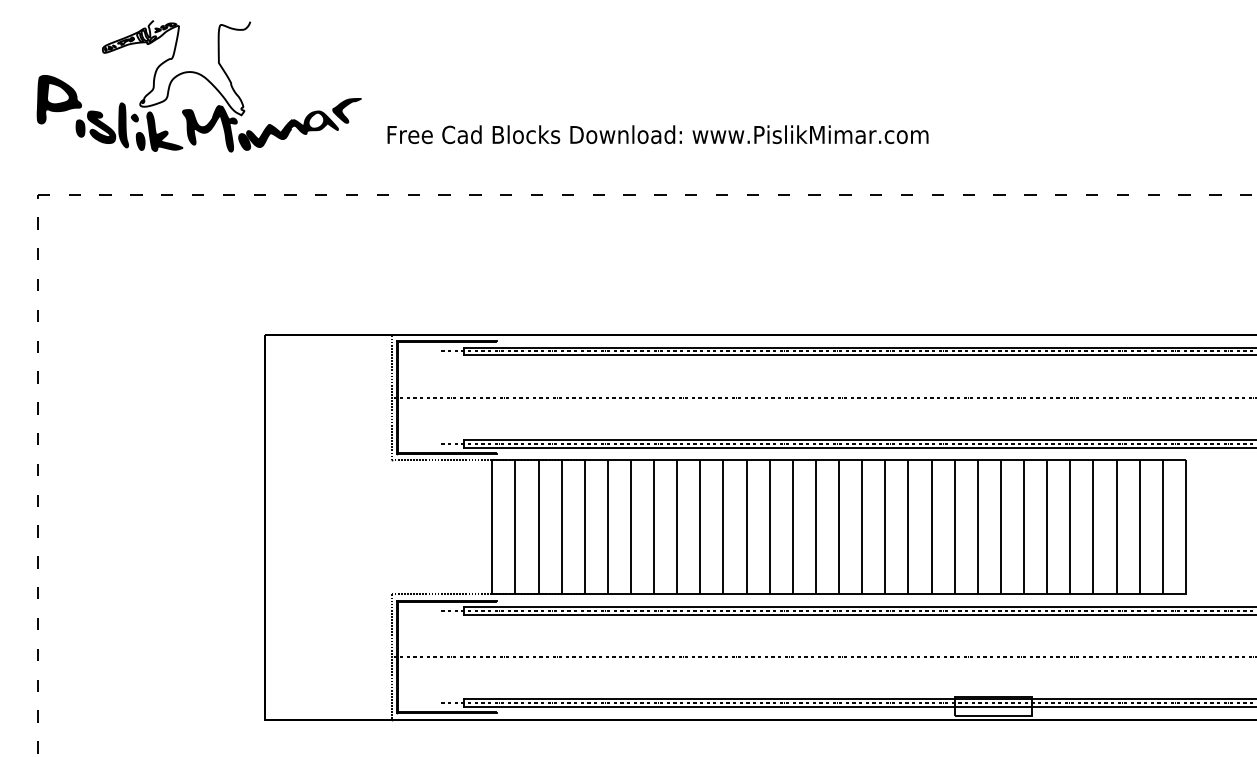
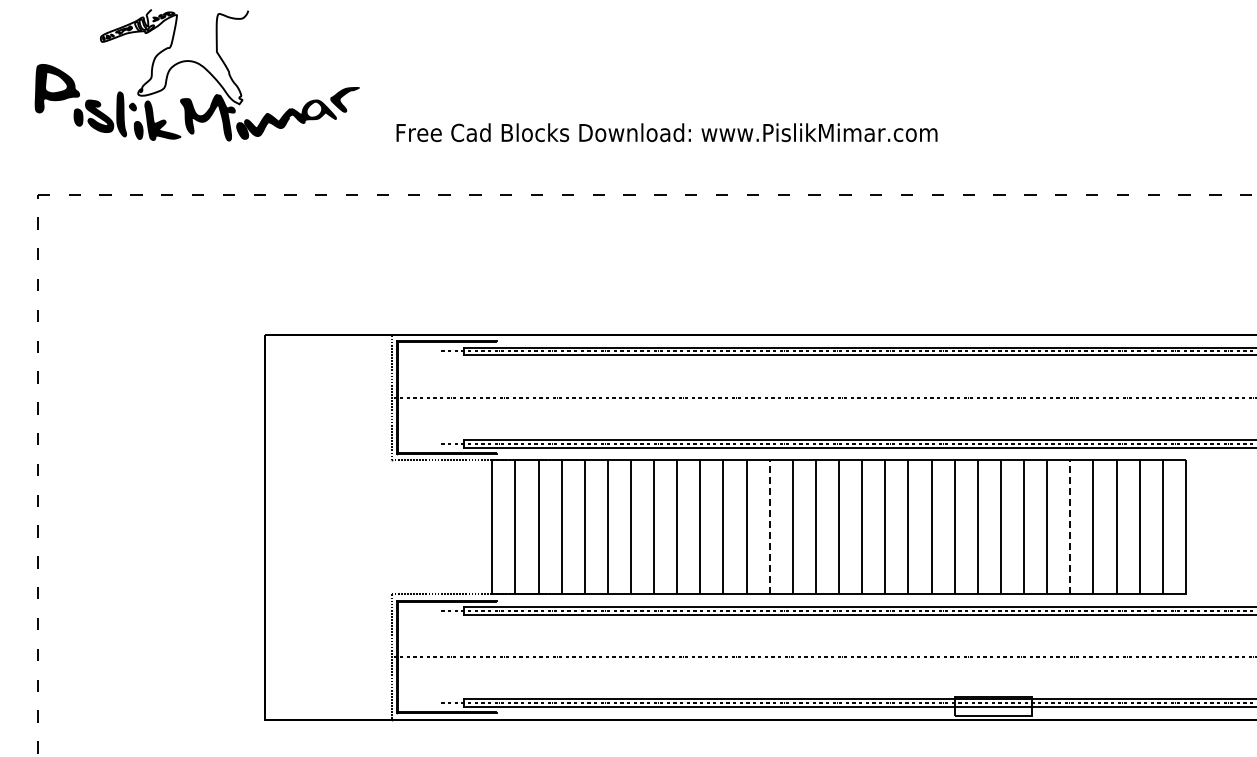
part at (202, 77) position: (202, 77) -> (200, 66)
text at (657, 134) position: (657, 134) -> (666, 132)
line at (769, 527): solid -> dashed
line at (1070, 527): solid -> dashed
